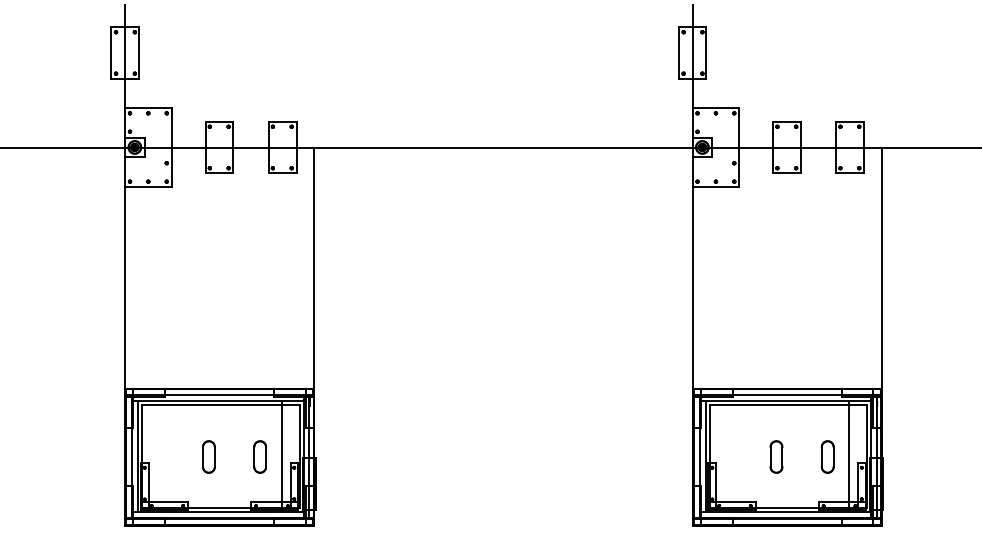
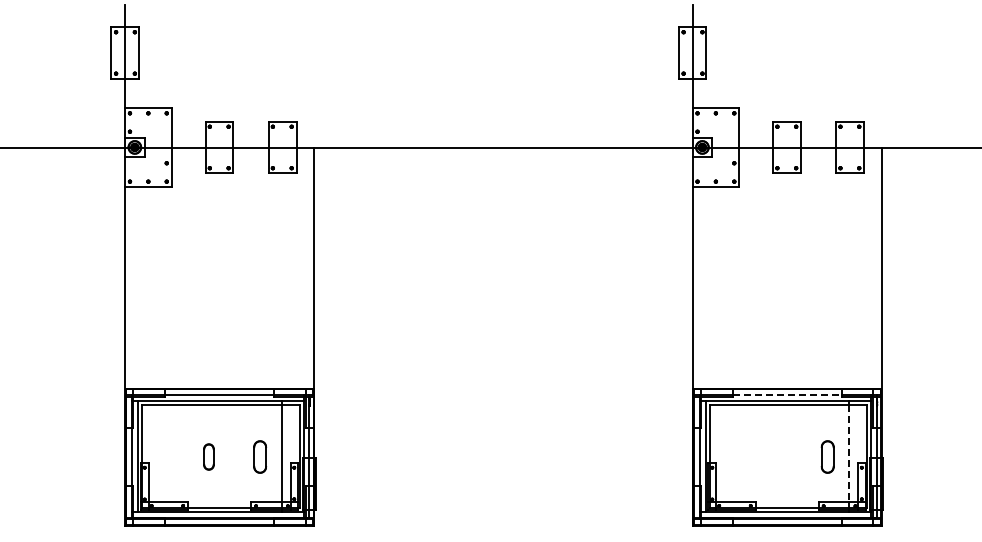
line at (787, 395): solid -> dashed
line at (849, 453): solid -> dashed
part at (208, 456) size: 14x34 px -> 12x28 px
part at (776, 456): present -> none
